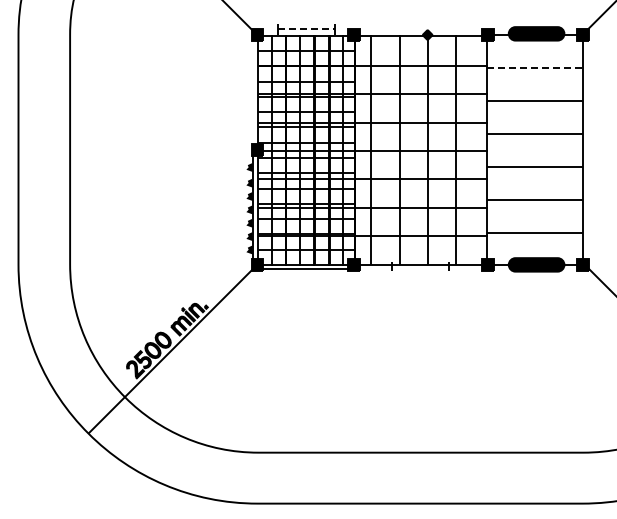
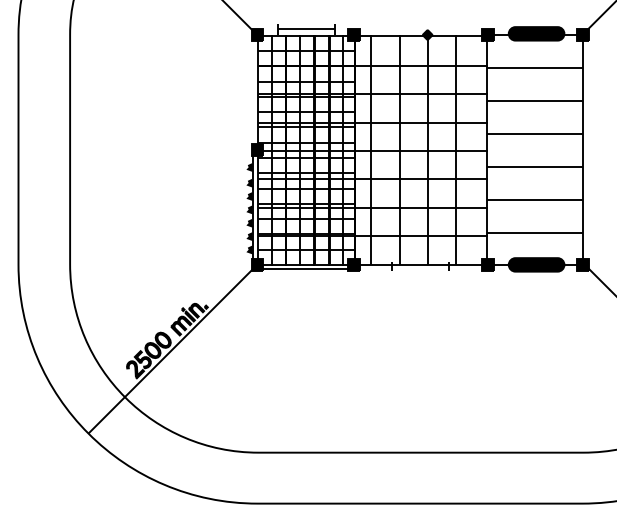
line at (306, 29): dashed -> solid
line at (535, 67): dashed -> solid
